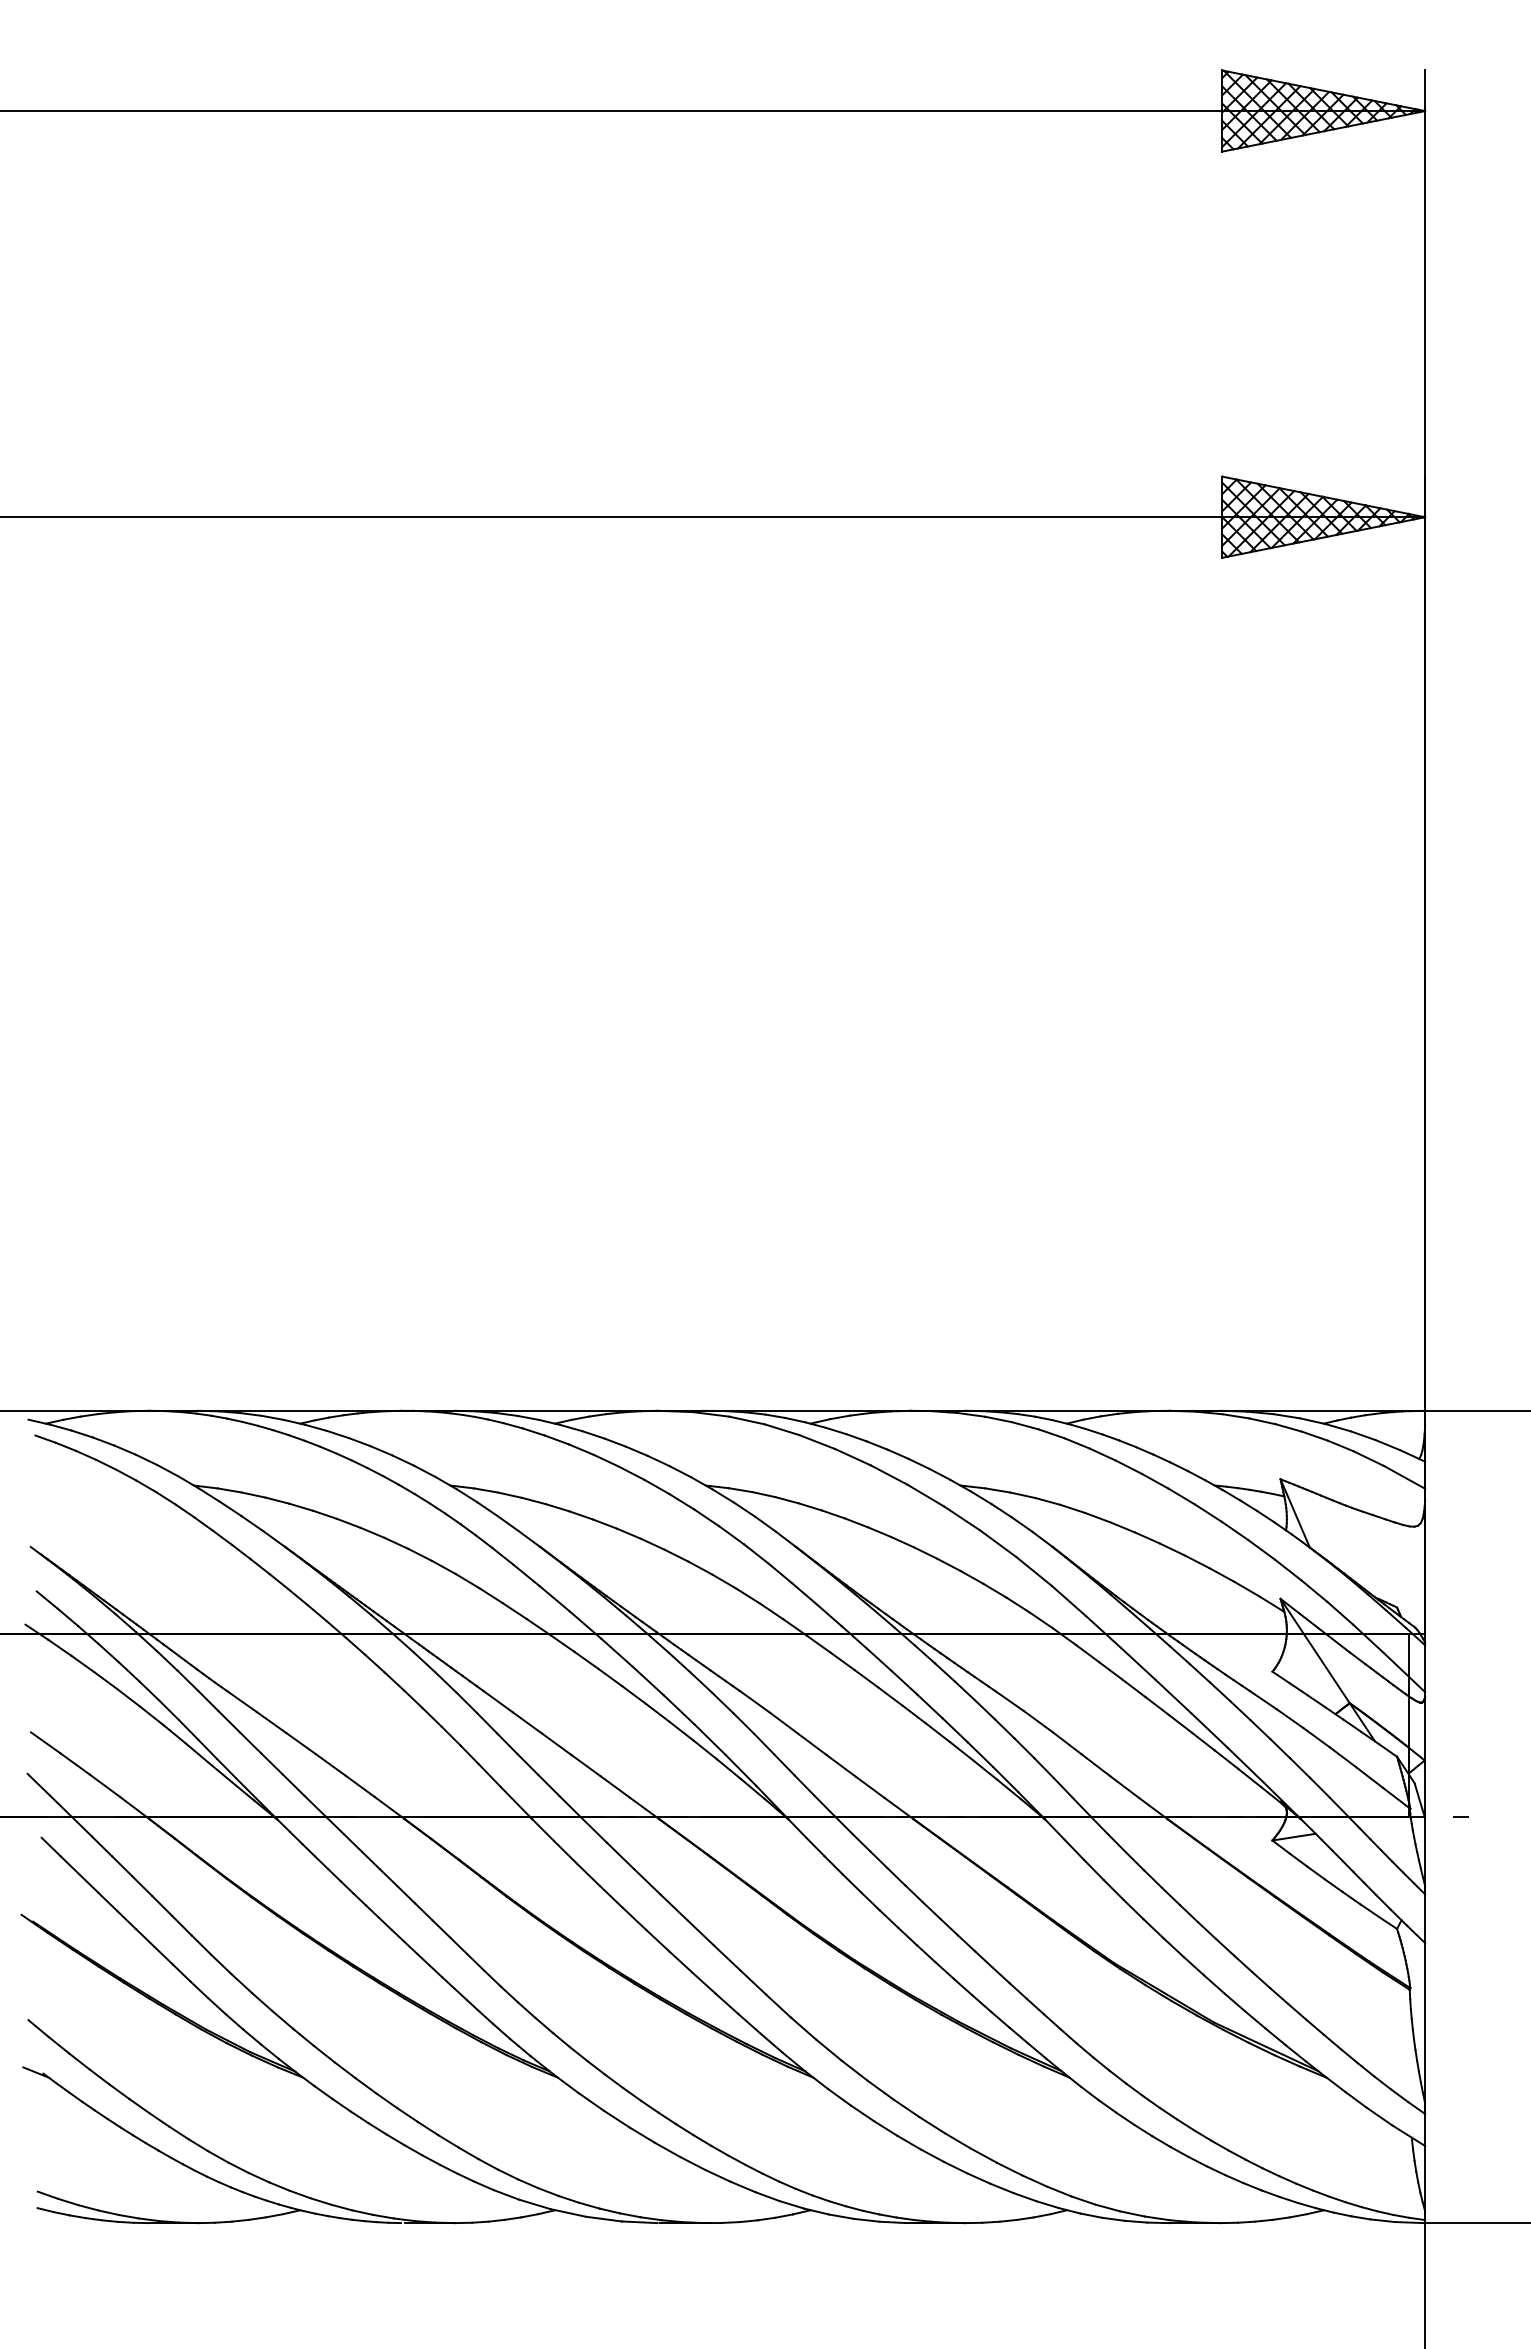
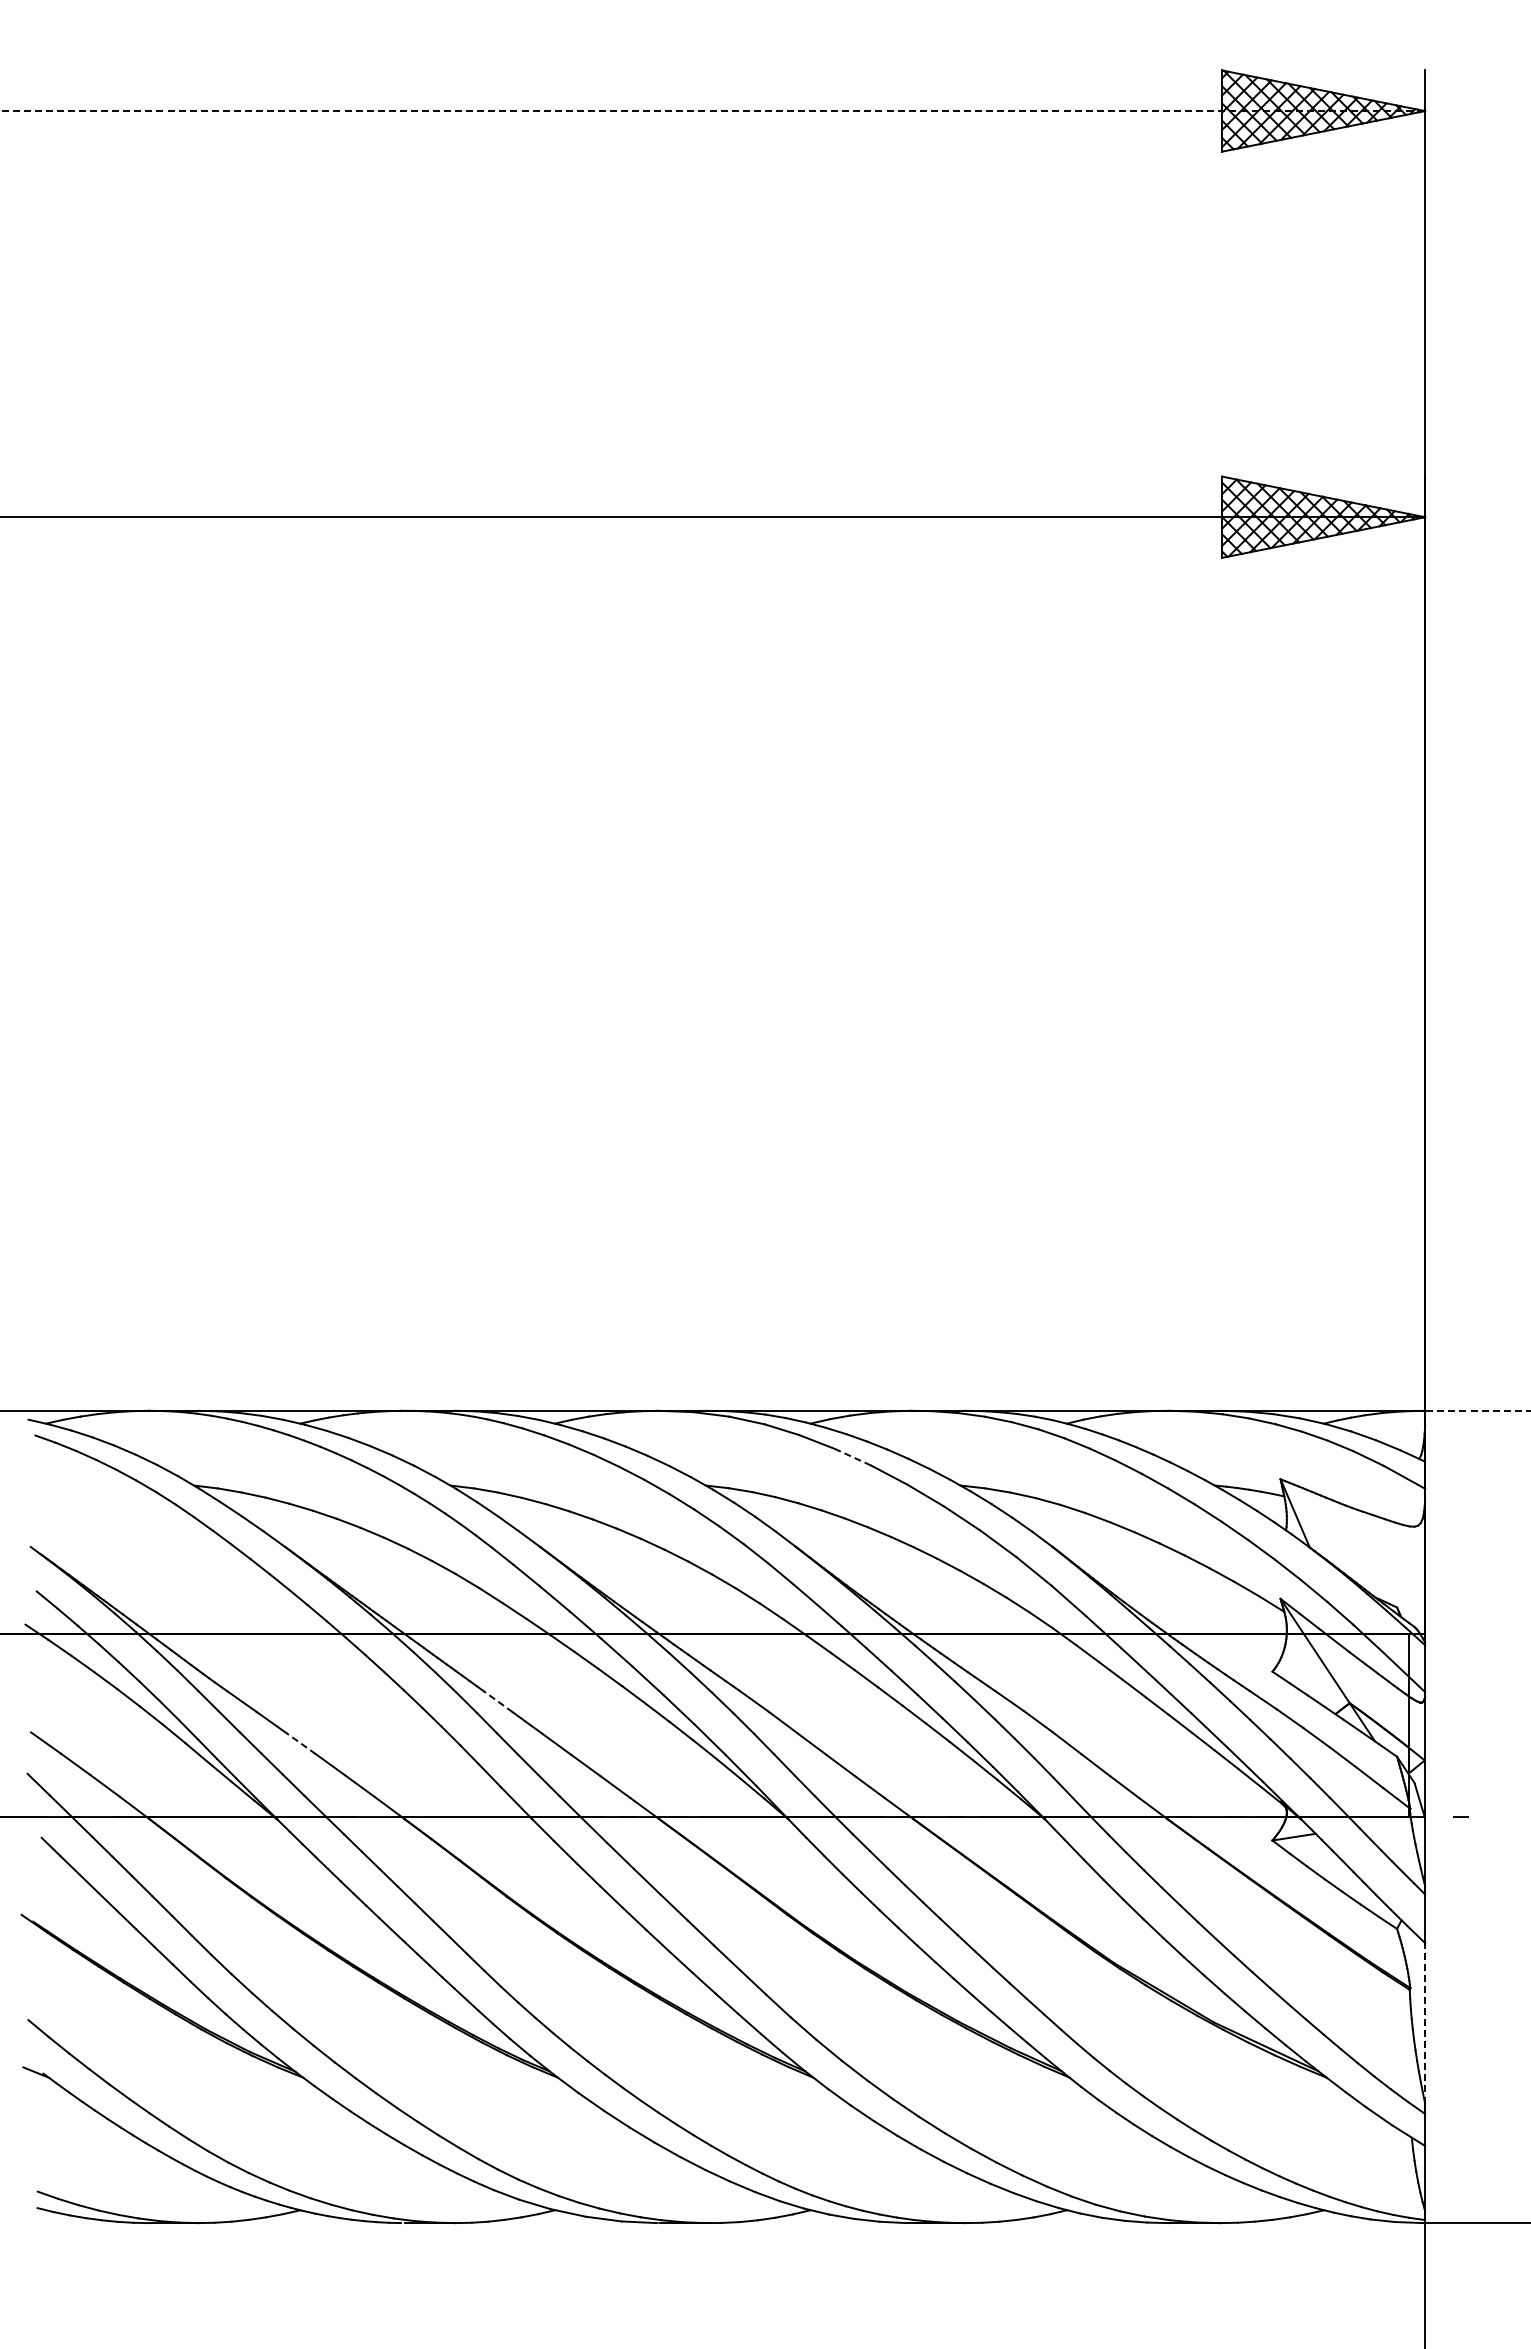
line at (713, 111): solid -> dashed
line at (1478, 1410): solid -> dashed
line at (852, 1457): solid -> dashed
line at (497, 1701): solid -> dashed
line at (300, 1743): solid -> dashed
line at (1425, 2022): solid -> dashed
